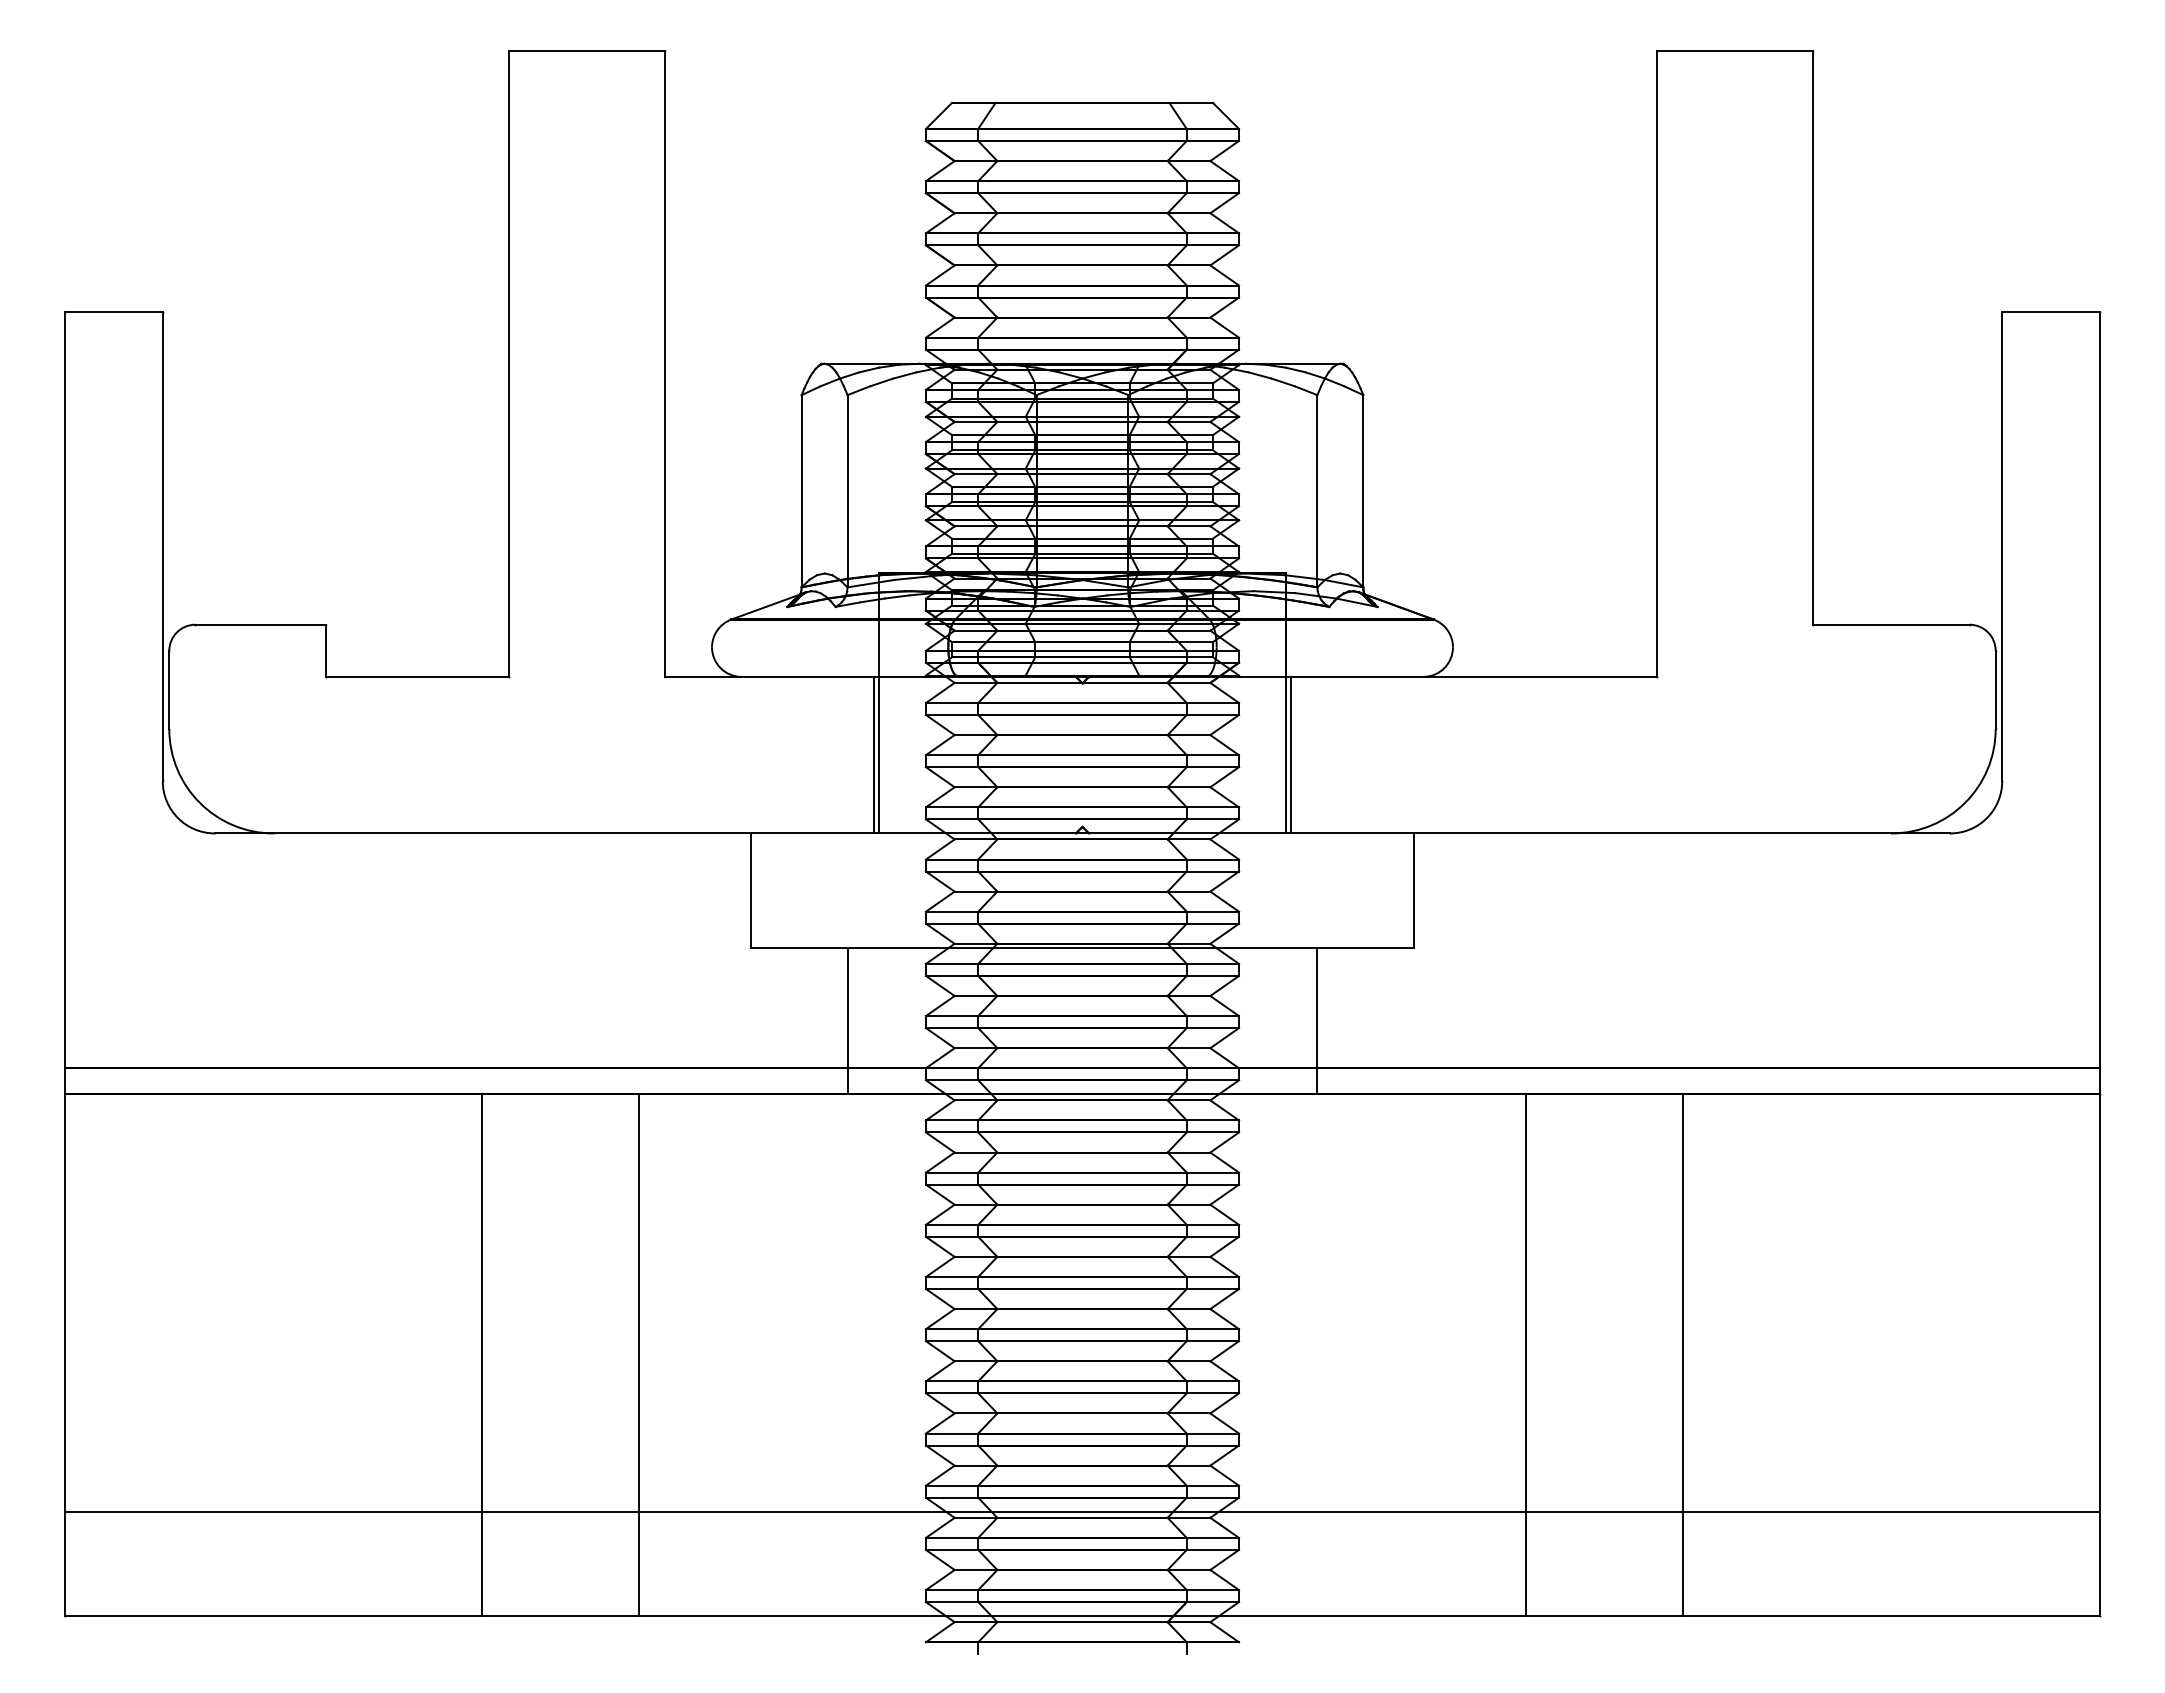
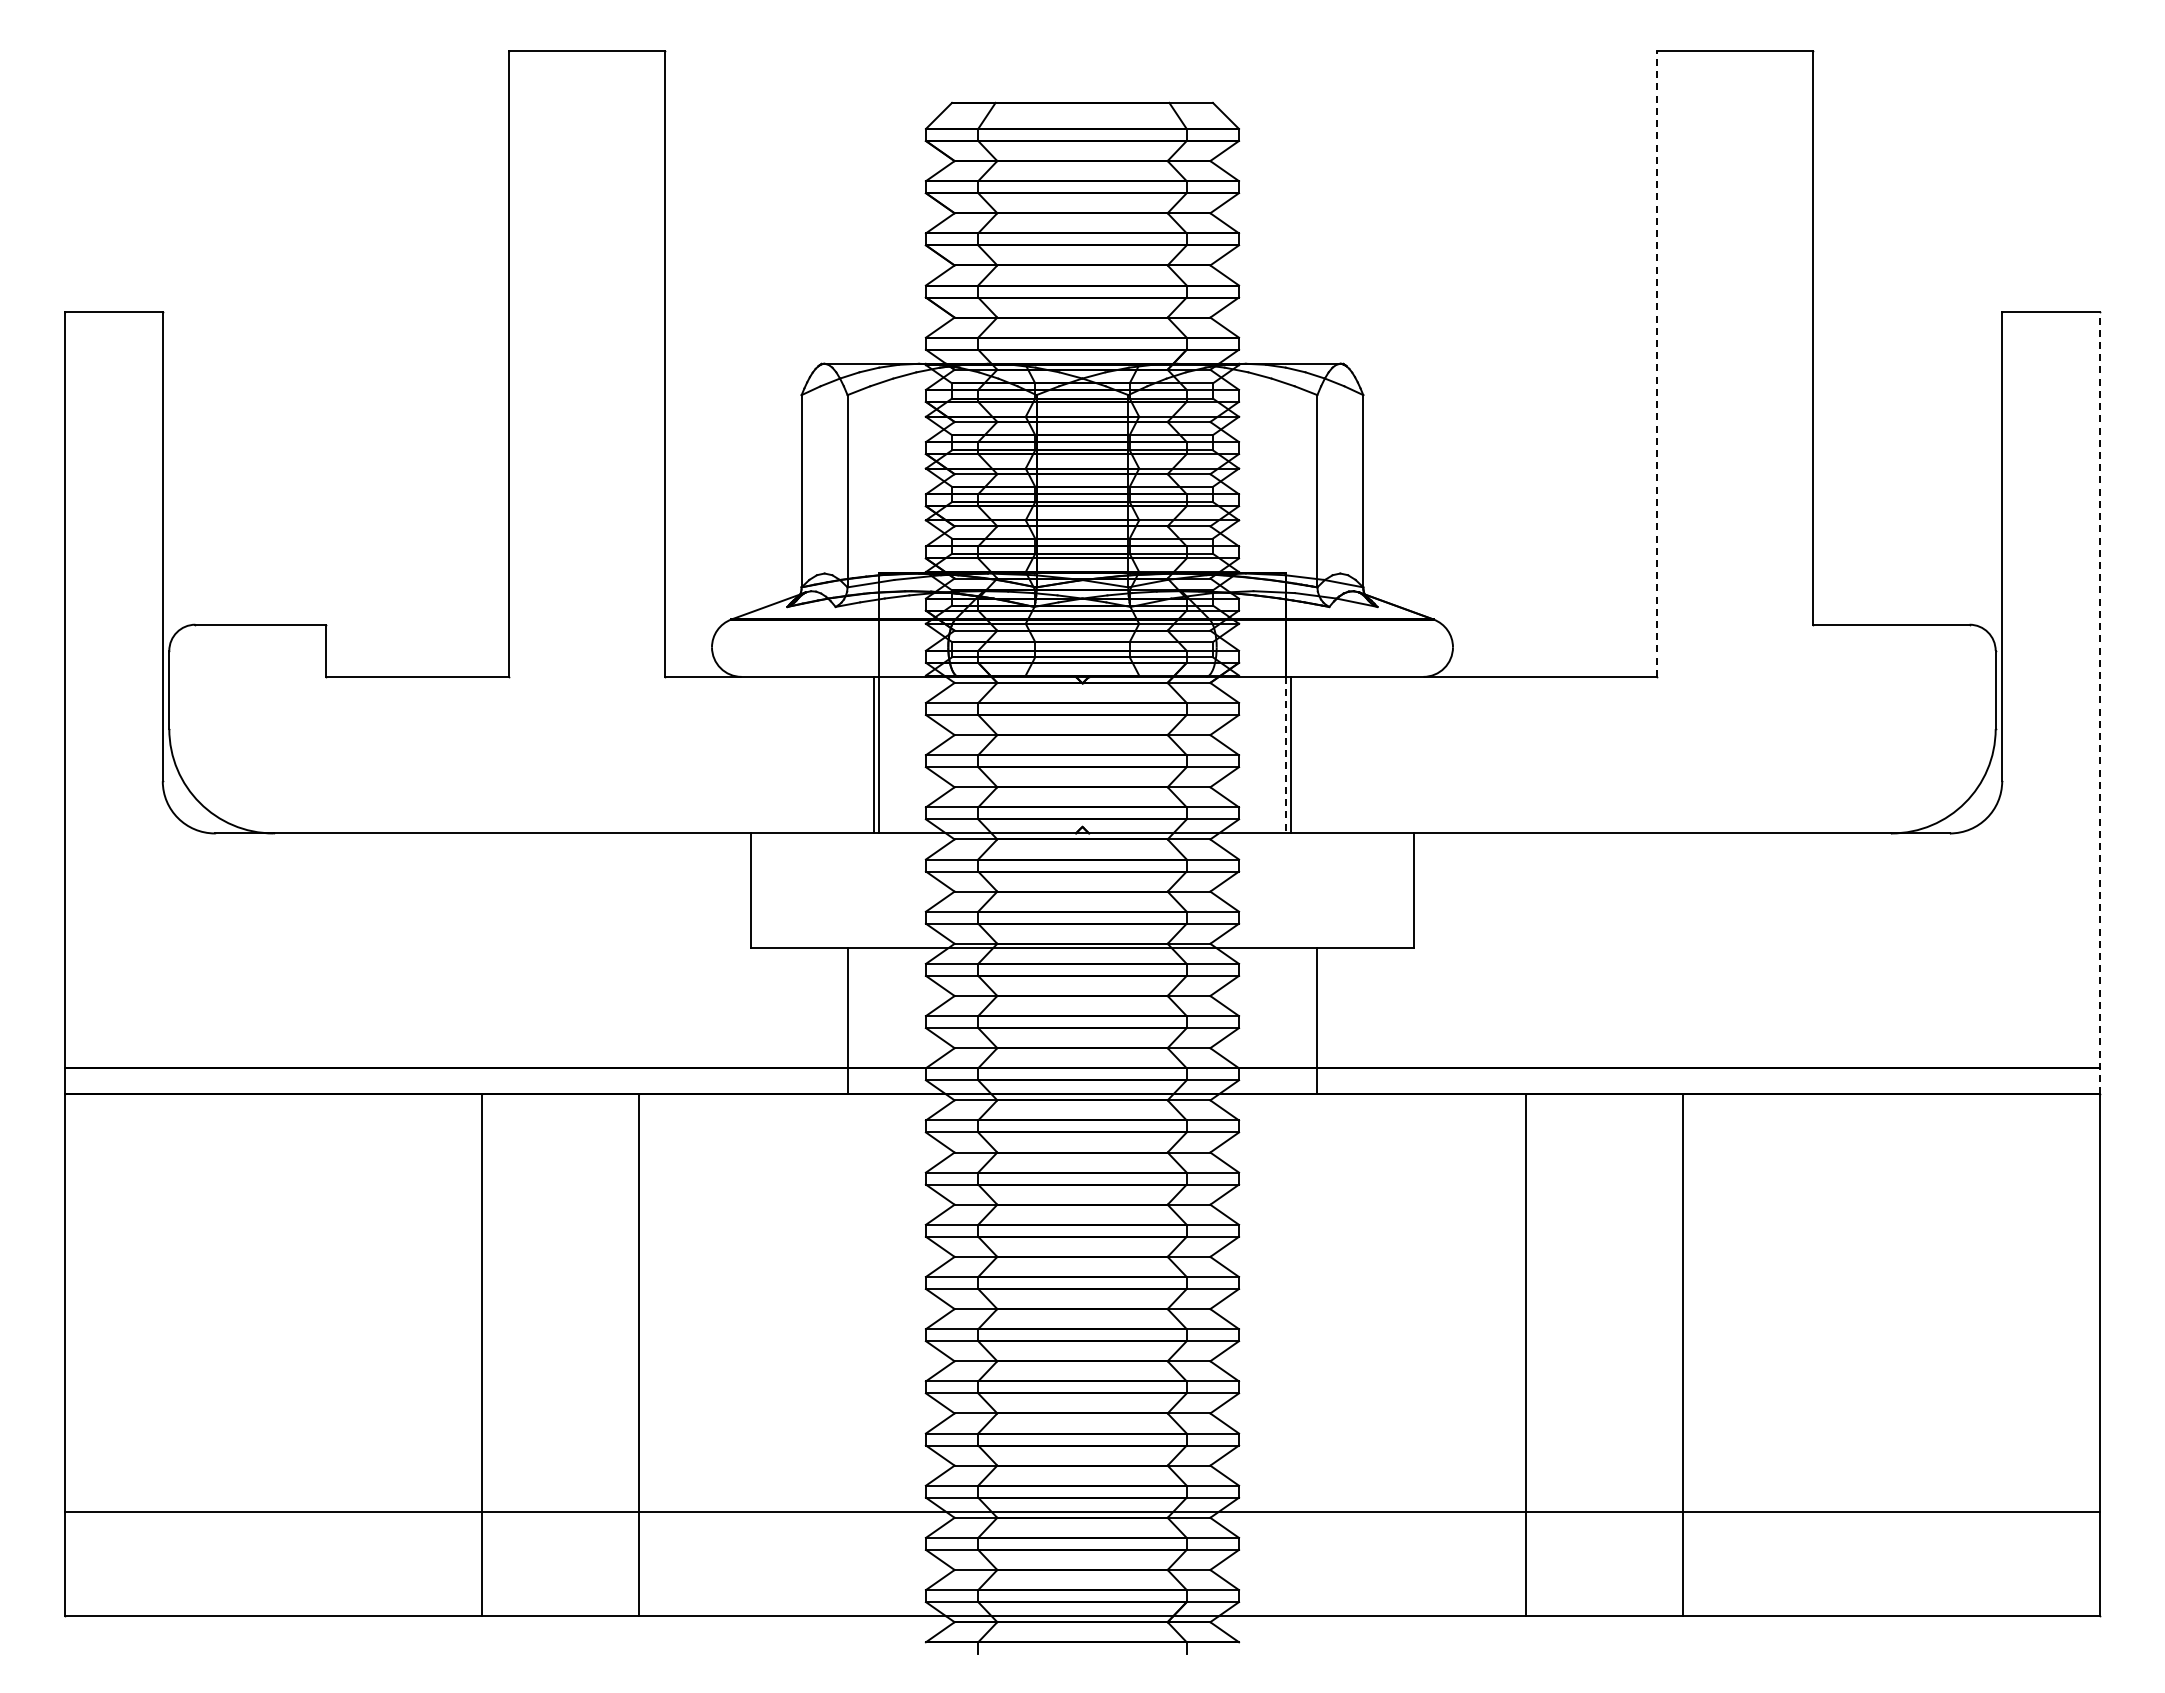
line at (1656, 363): solid -> dashed
line at (2100, 702): solid -> dashed
line at (1286, 755): solid -> dashed
